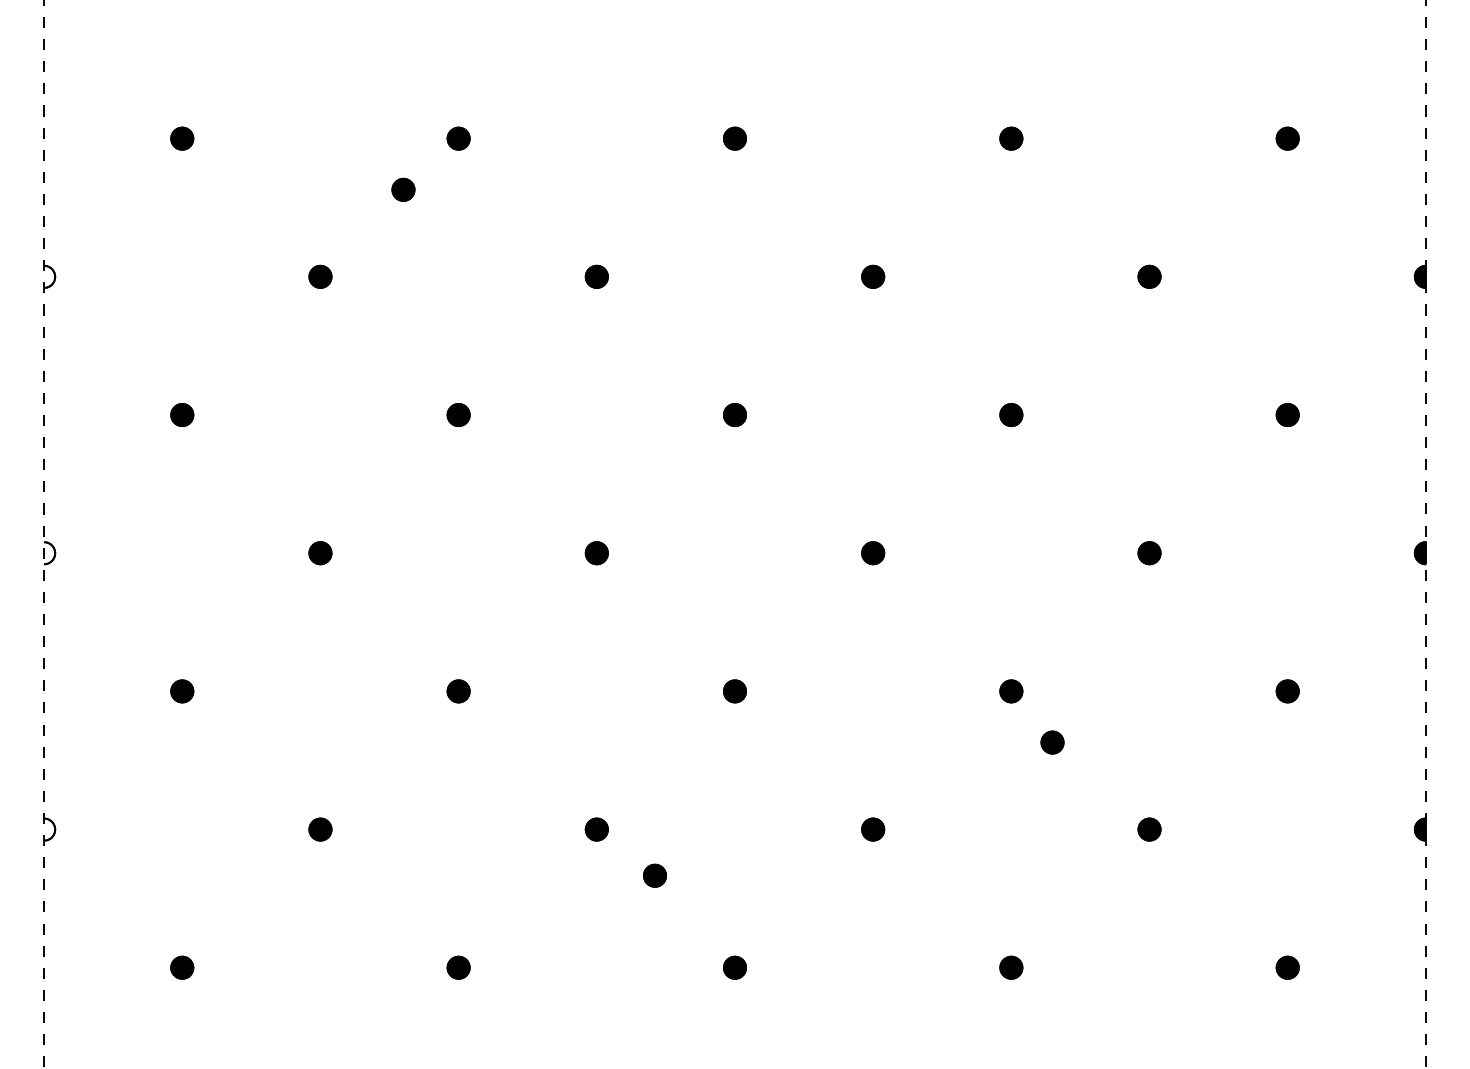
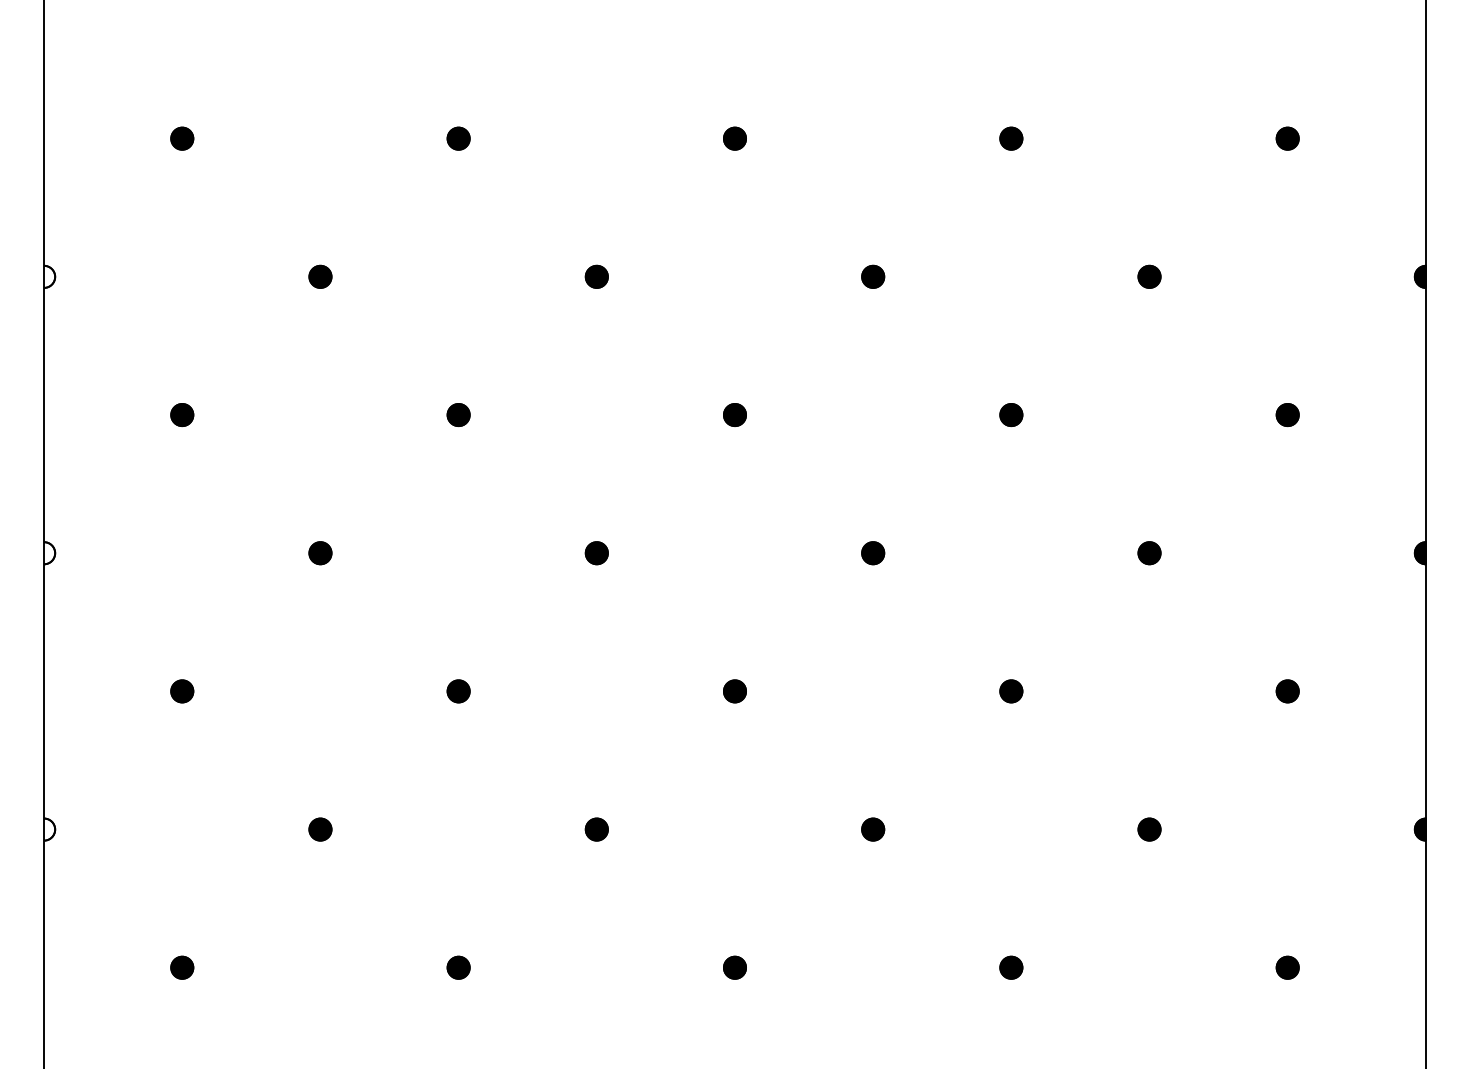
part at (403, 189): present -> none
part at (1052, 742): present -> none
part at (654, 875): present -> none
line at (1425, 1068): dashed -> solid
